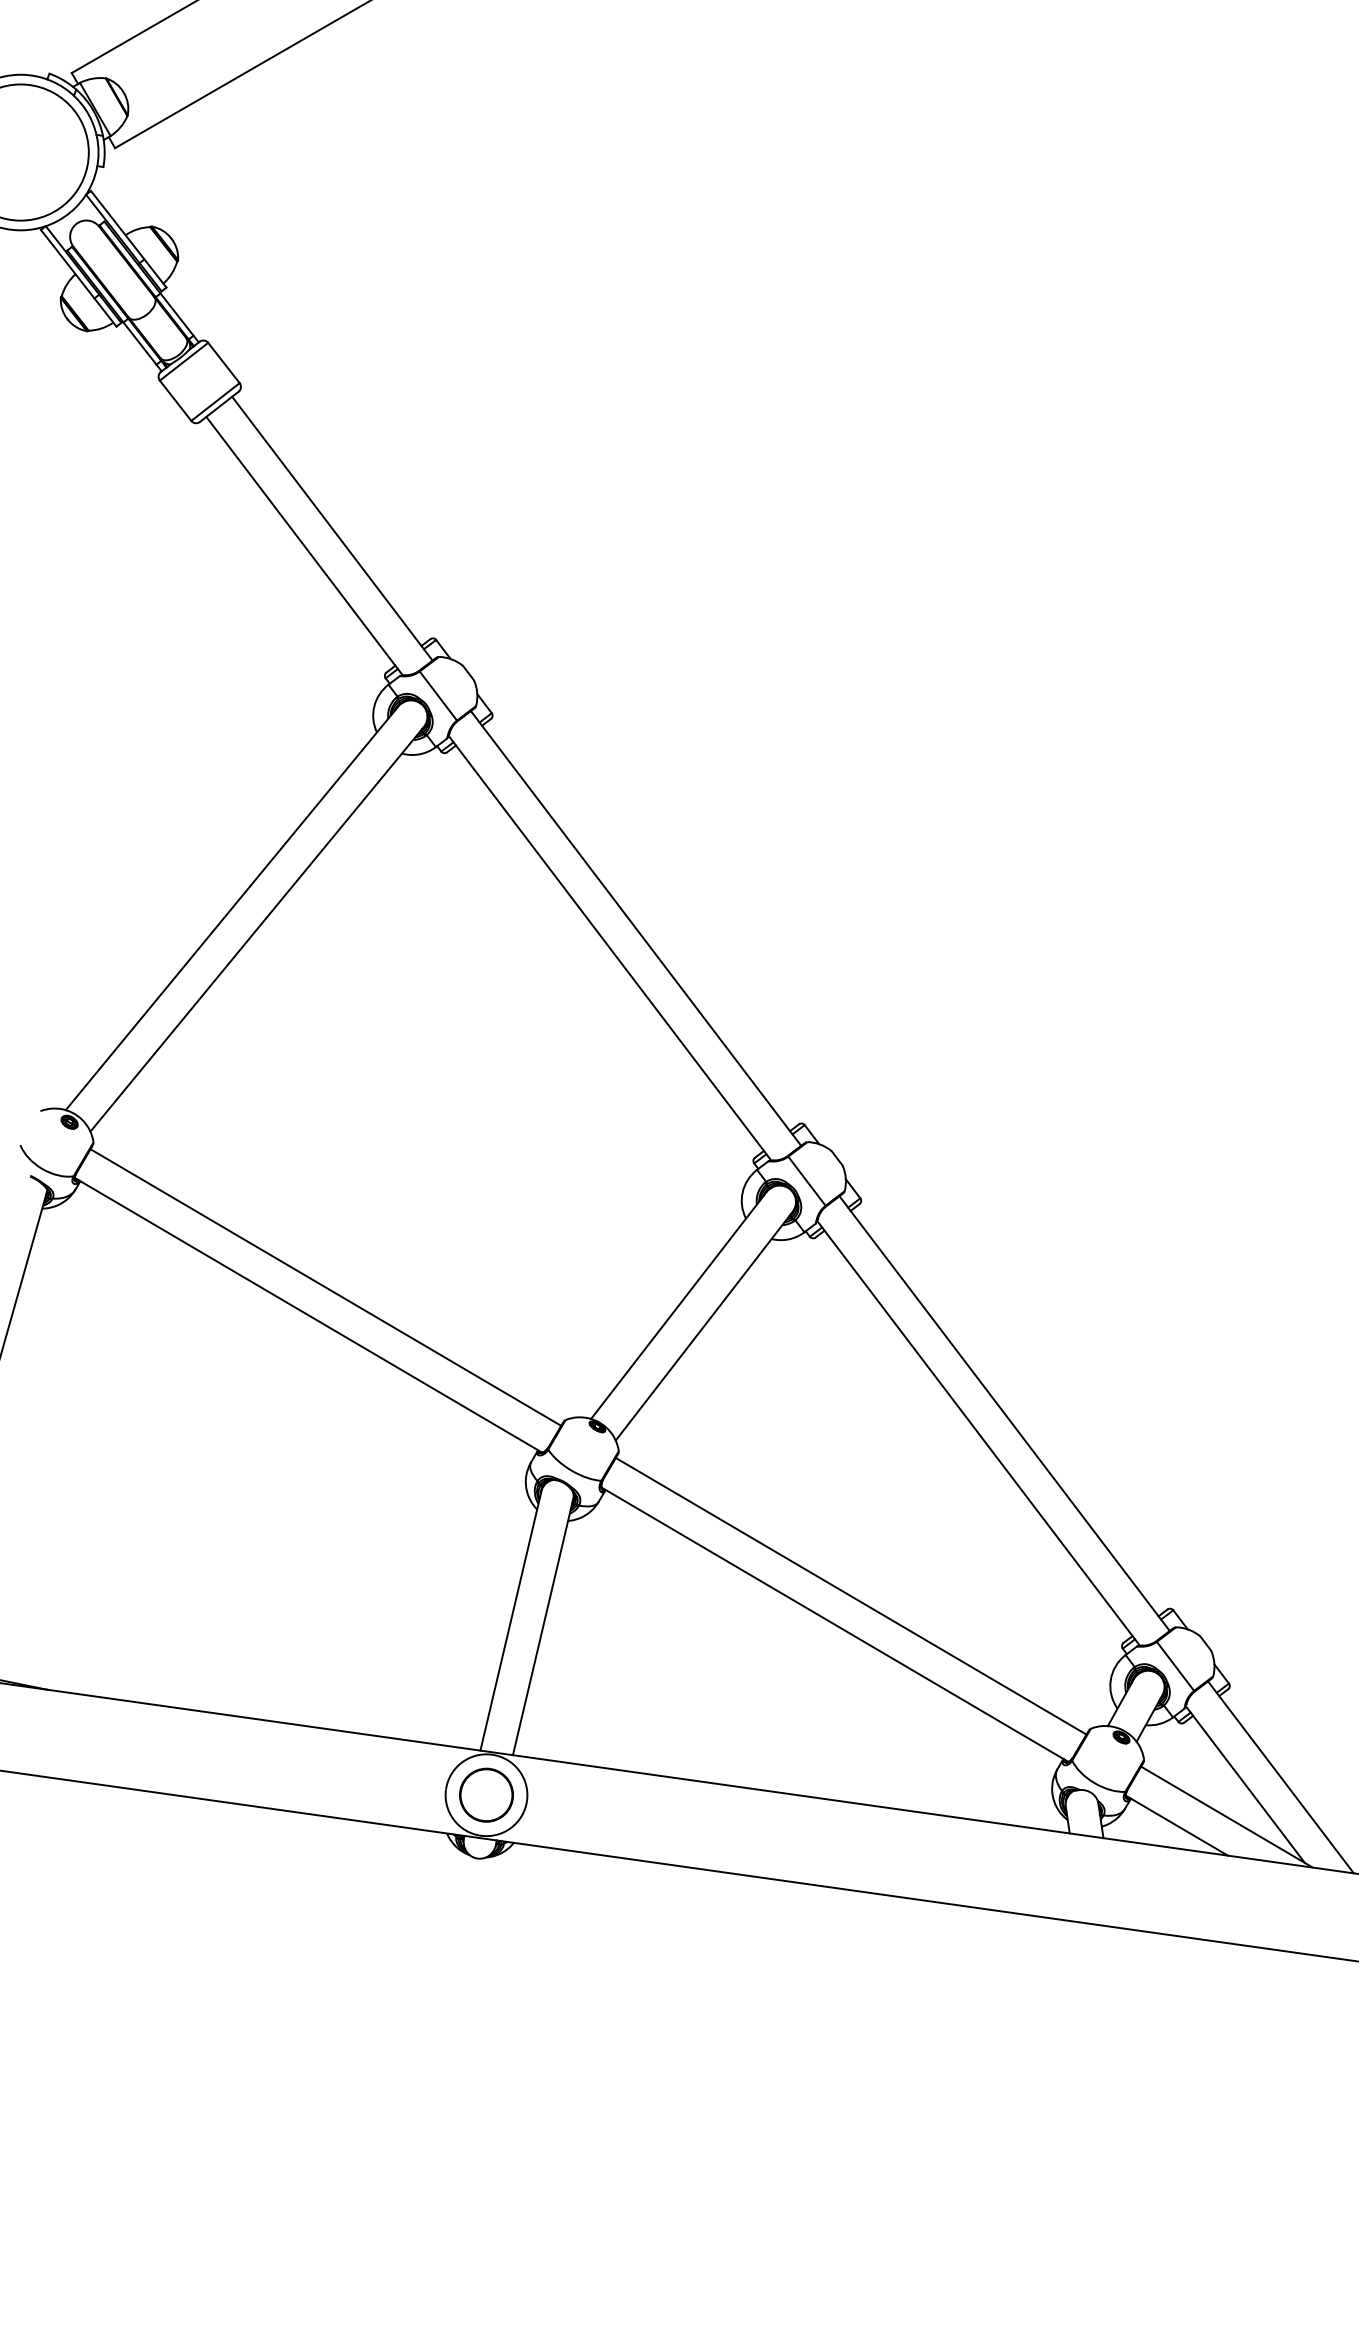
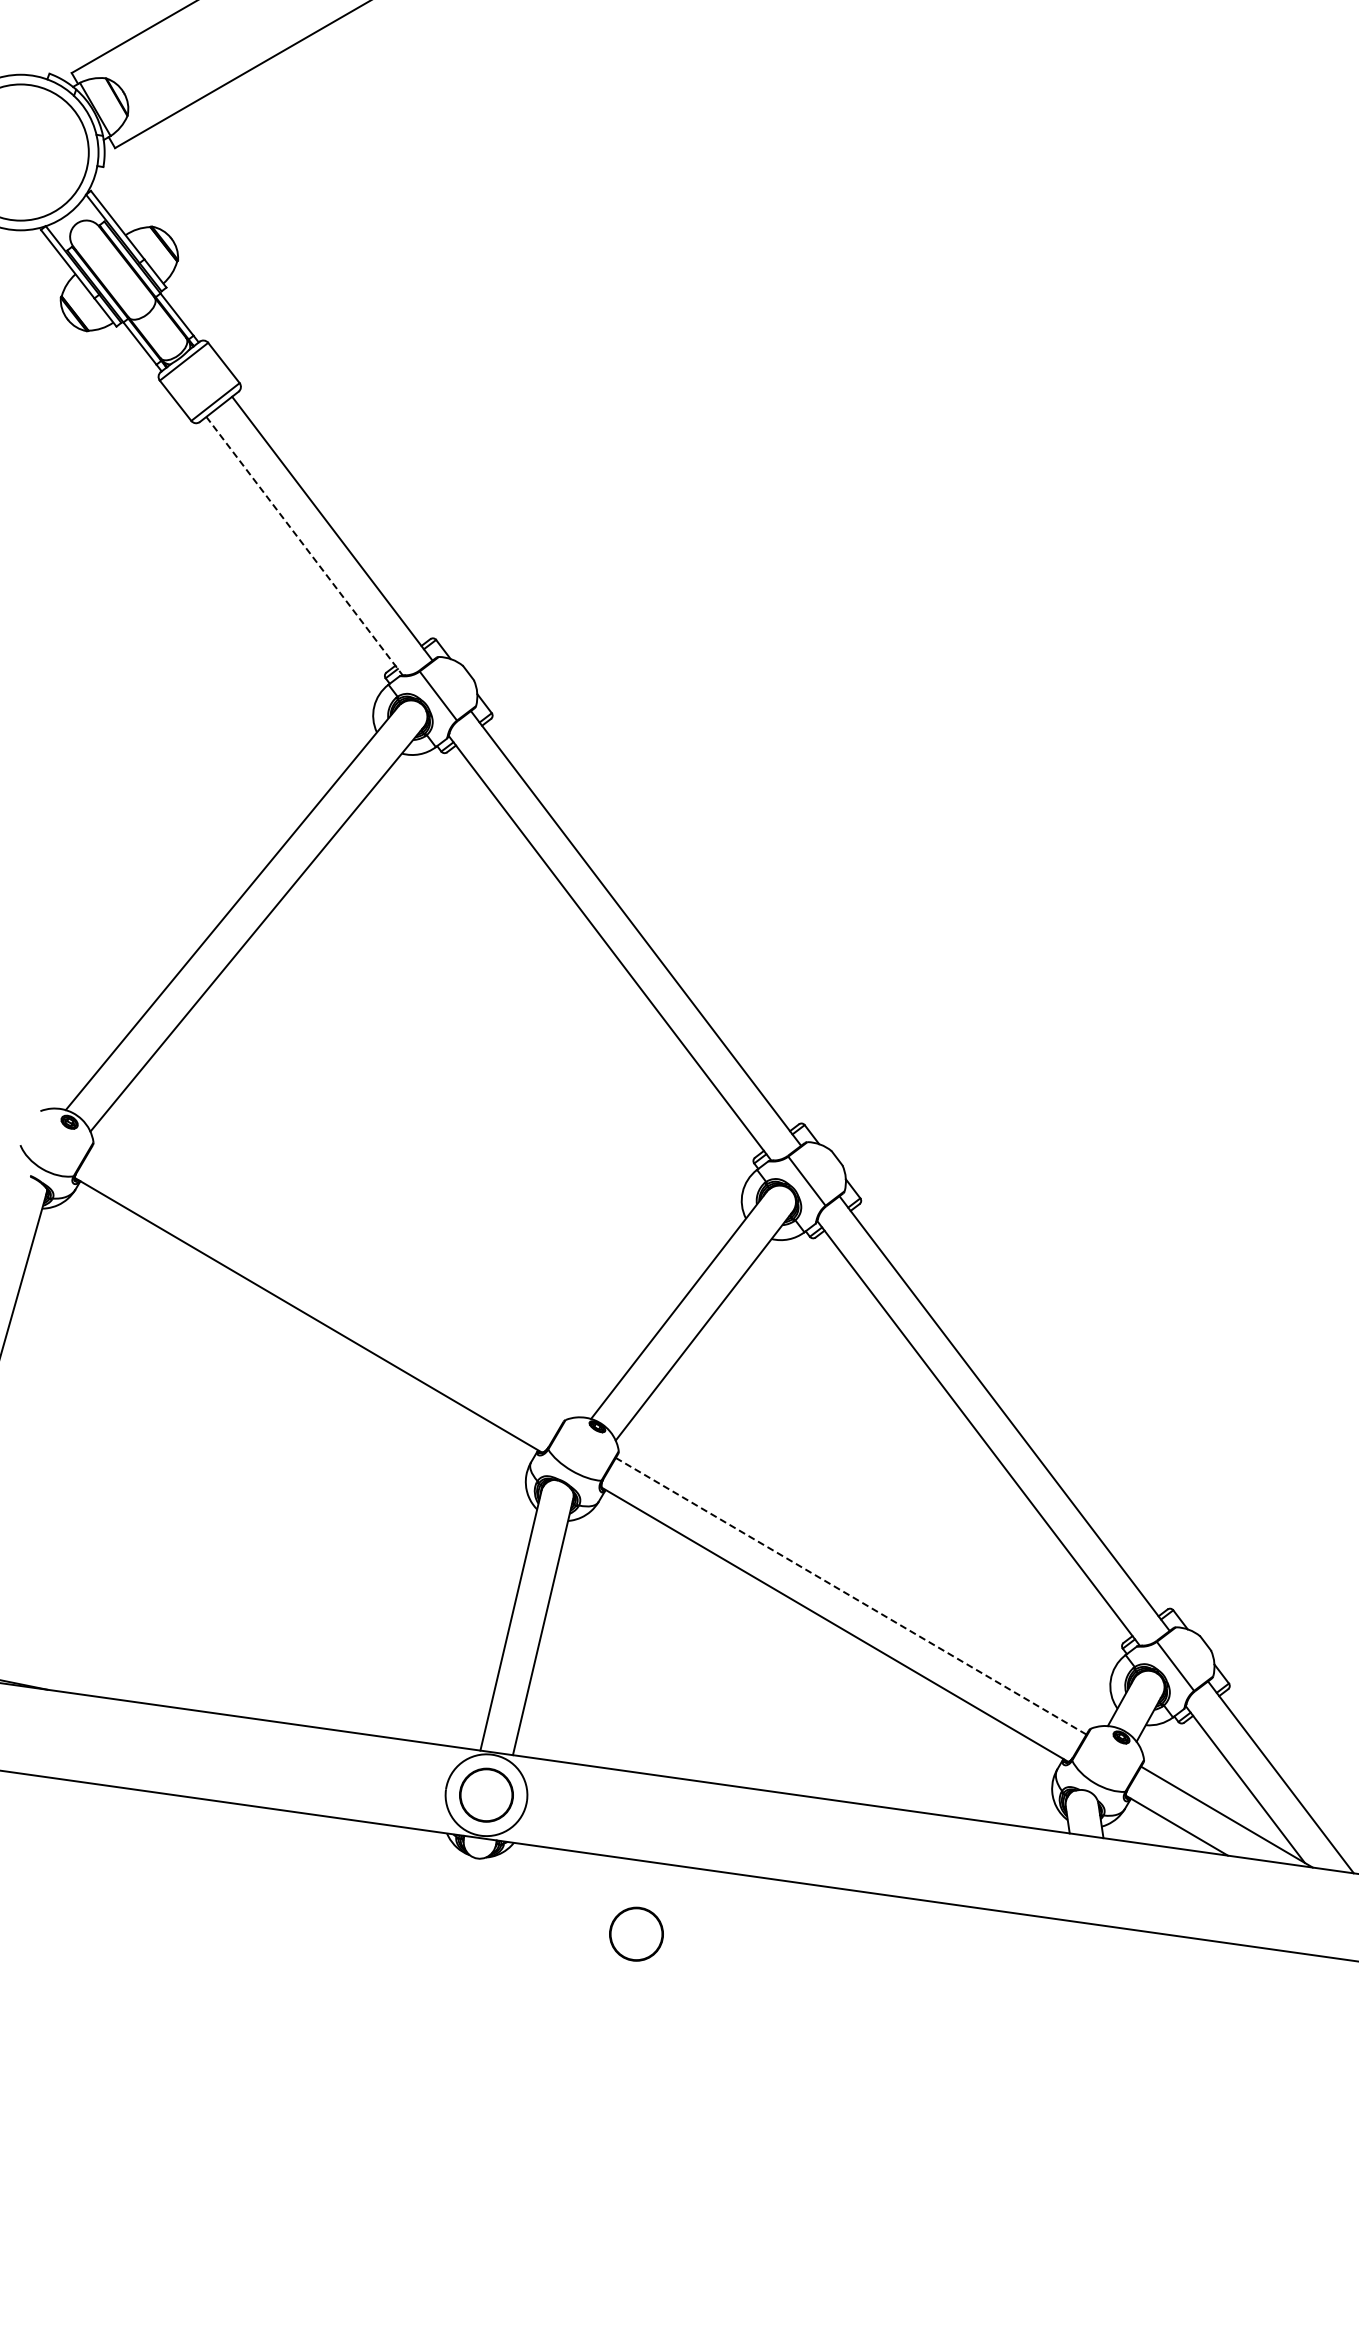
line at (304, 546): solid -> dashed
line at (325, 1287): present -> none
line at (851, 1596): solid -> dashed
circle at (636, 1933): none -> present
